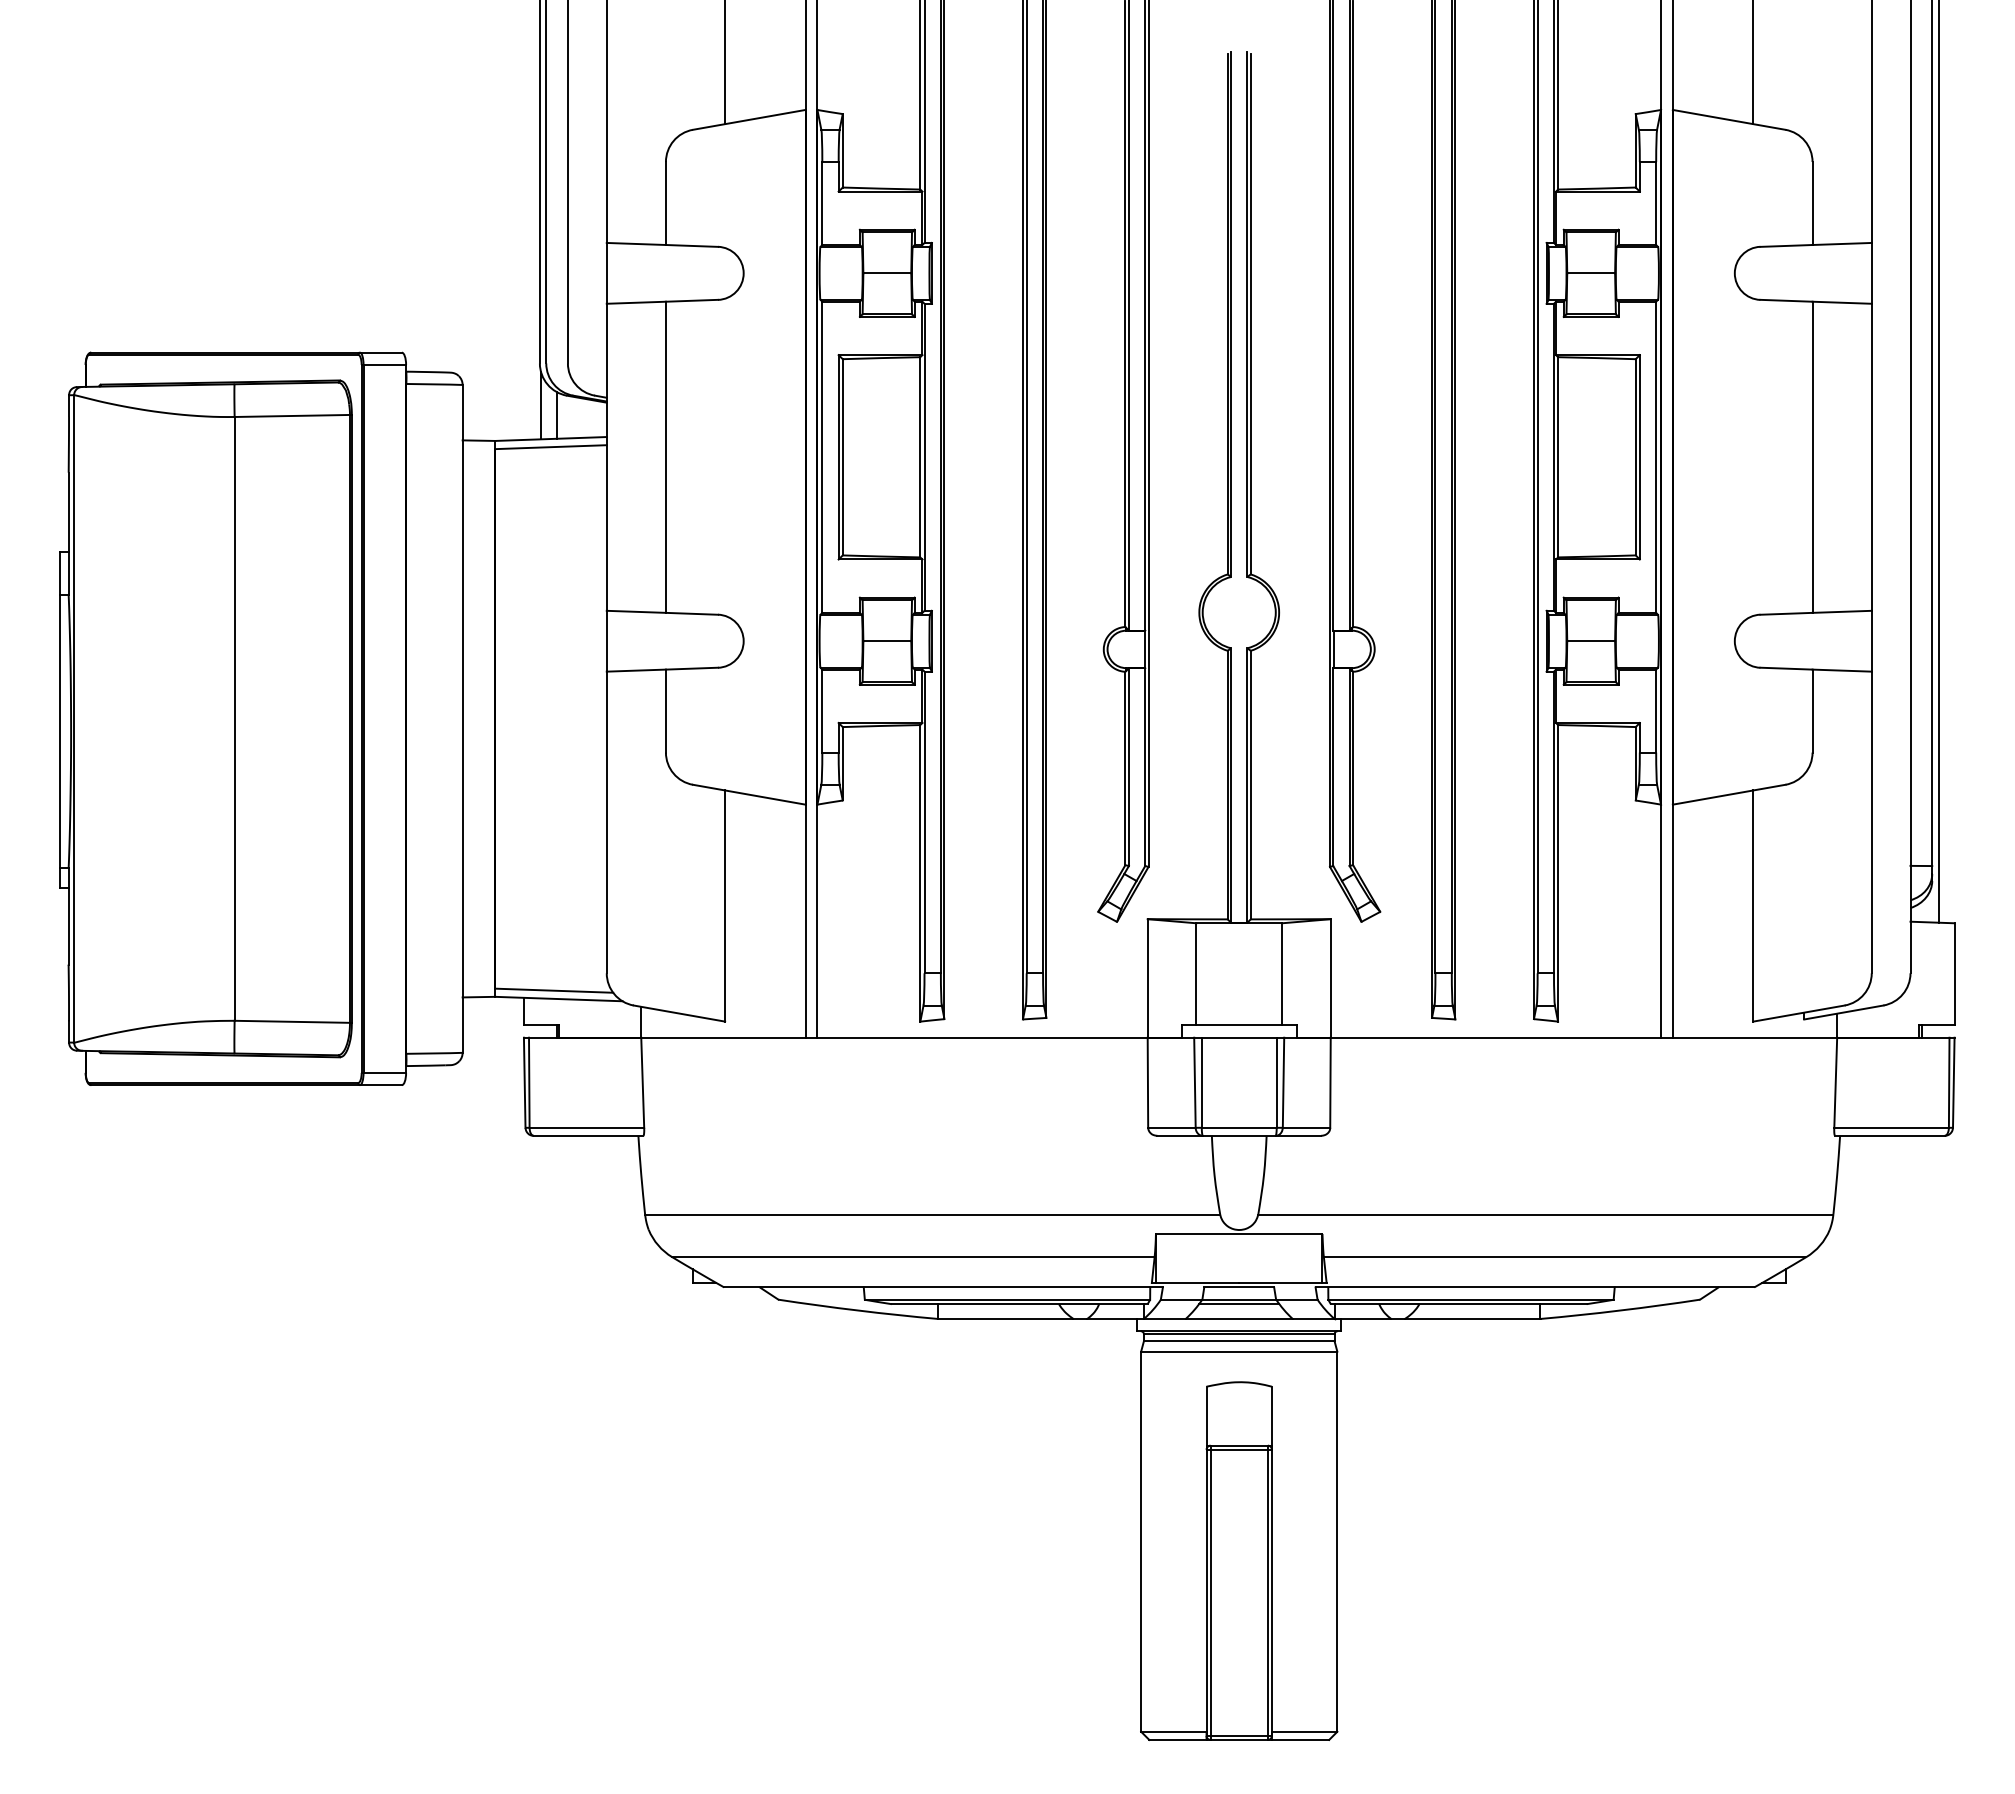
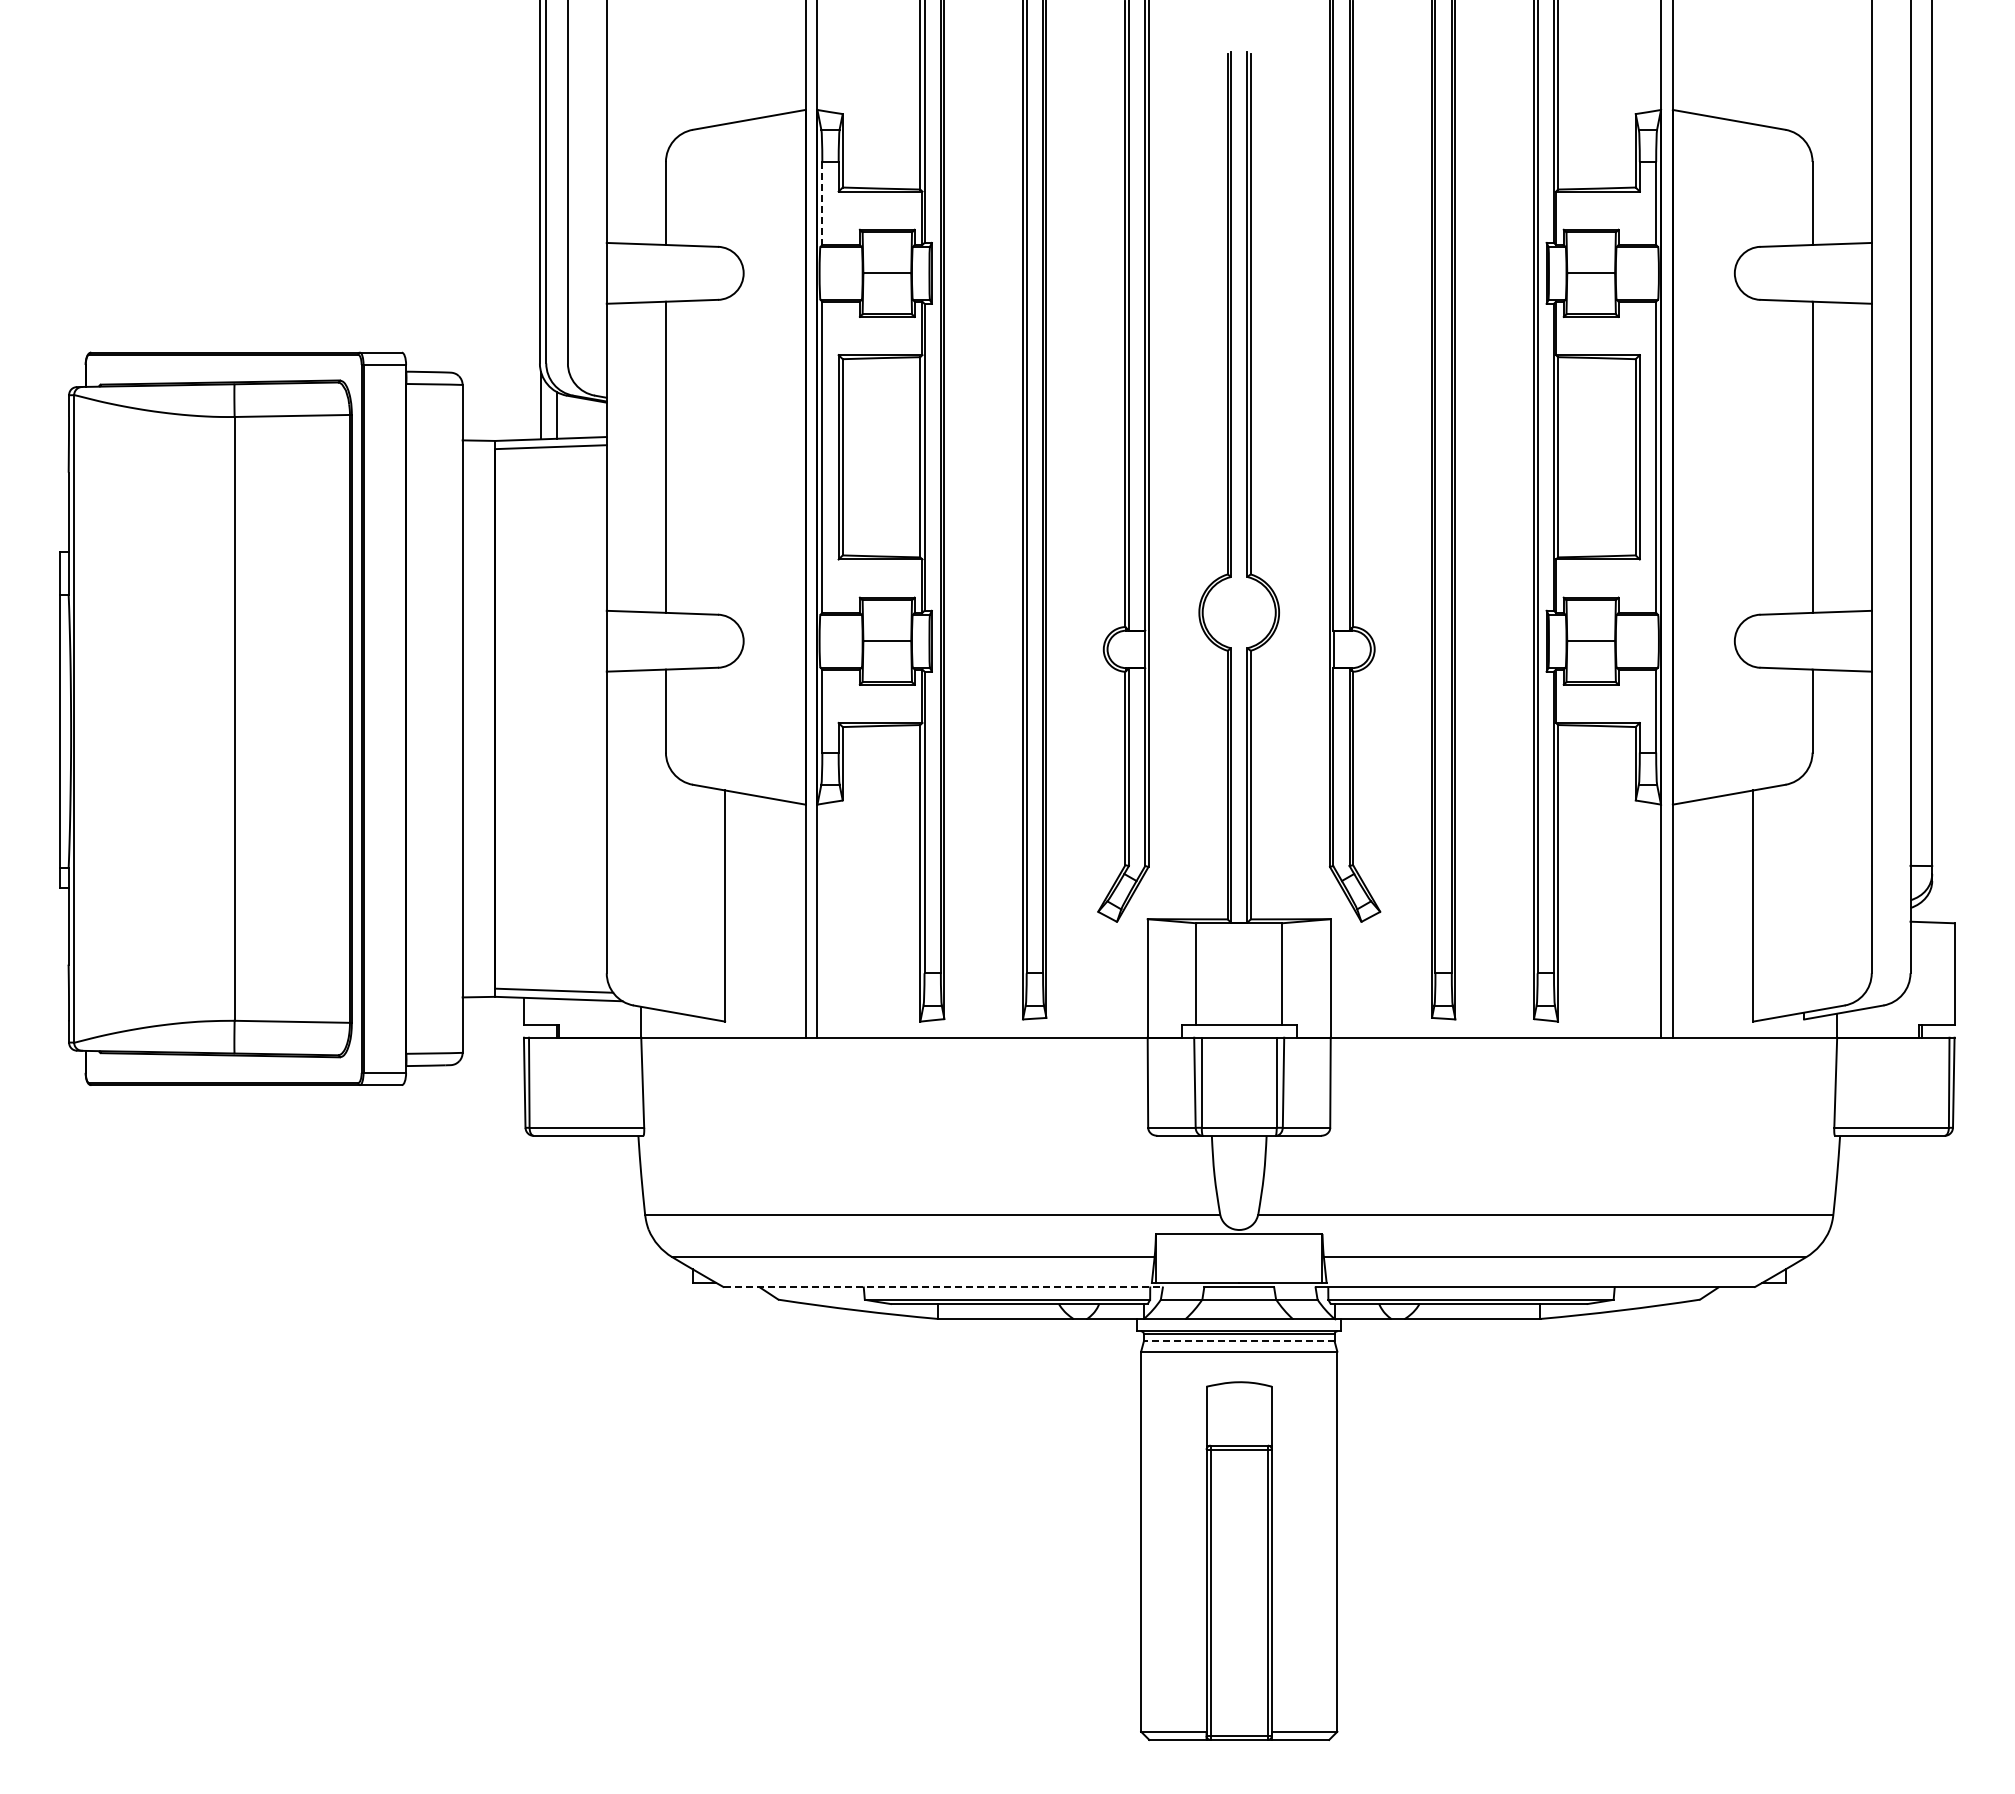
line at (725, 63): present -> none
line at (1753, 63): present -> none
line at (822, 204): solid -> dashed
line at (1938, 462): present -> none
line at (944, 1287): solid -> dashed
line at (1239, 1304): present -> none
line at (1238, 1340): solid -> dashed
